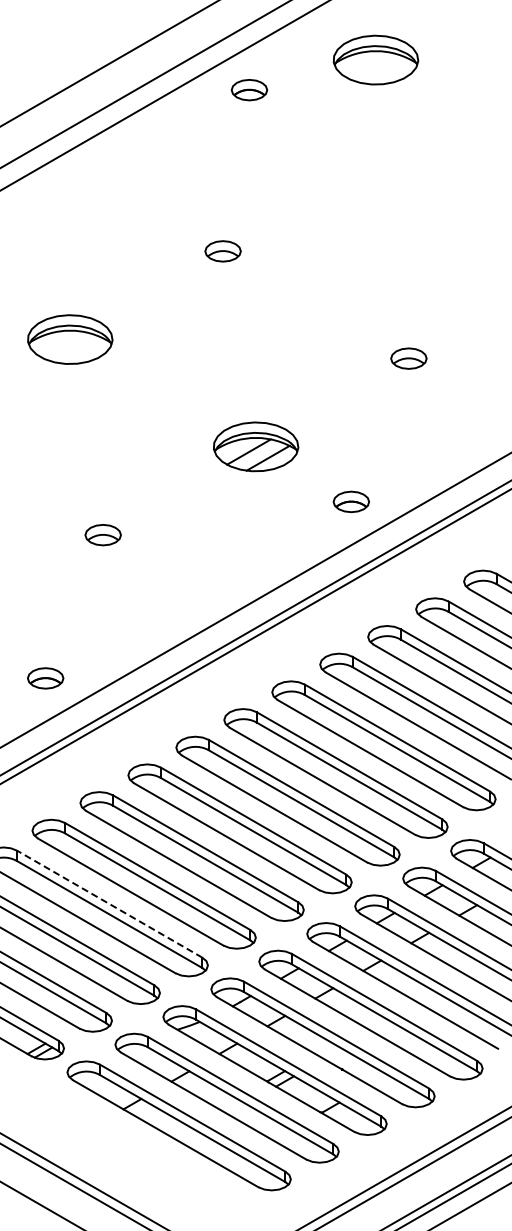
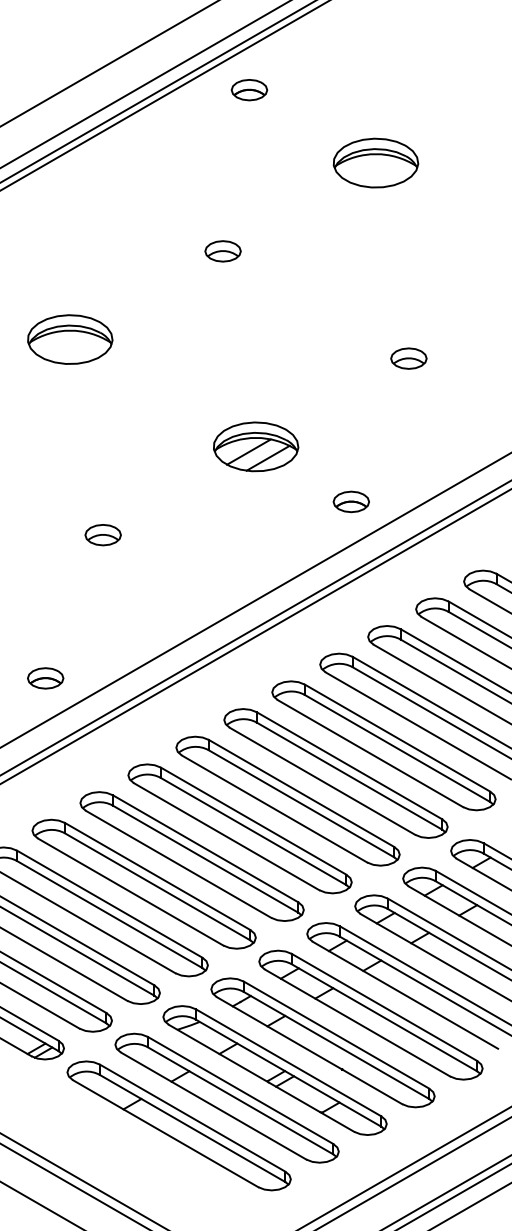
part at (375, 59) position: (375, 59) -> (375, 162)
line at (157, 91): none -> present
line at (109, 904): dashed -> solid
